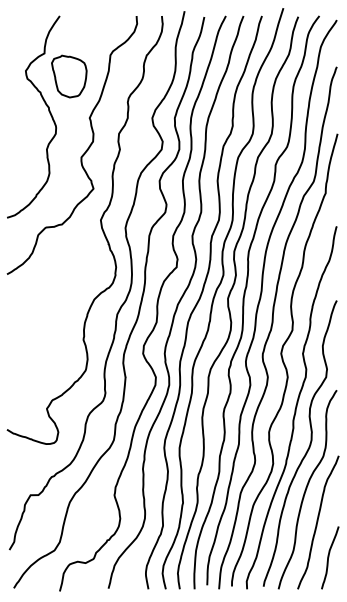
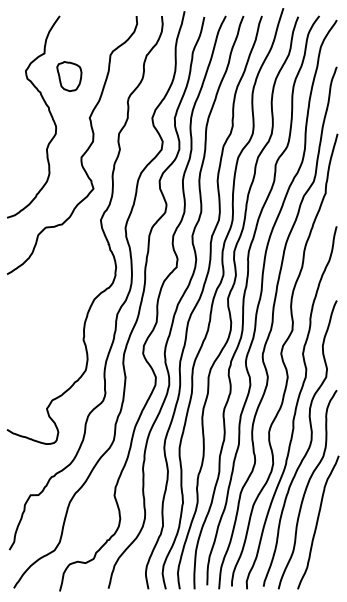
part at (69, 76) size: 37x45 px -> 27x31 px
curve at (329, 557): present -> none
